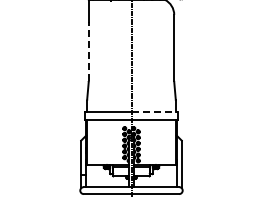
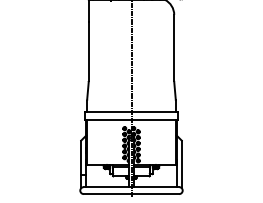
line at (88, 51): dashed -> solid
line at (155, 112): dashed -> solid
